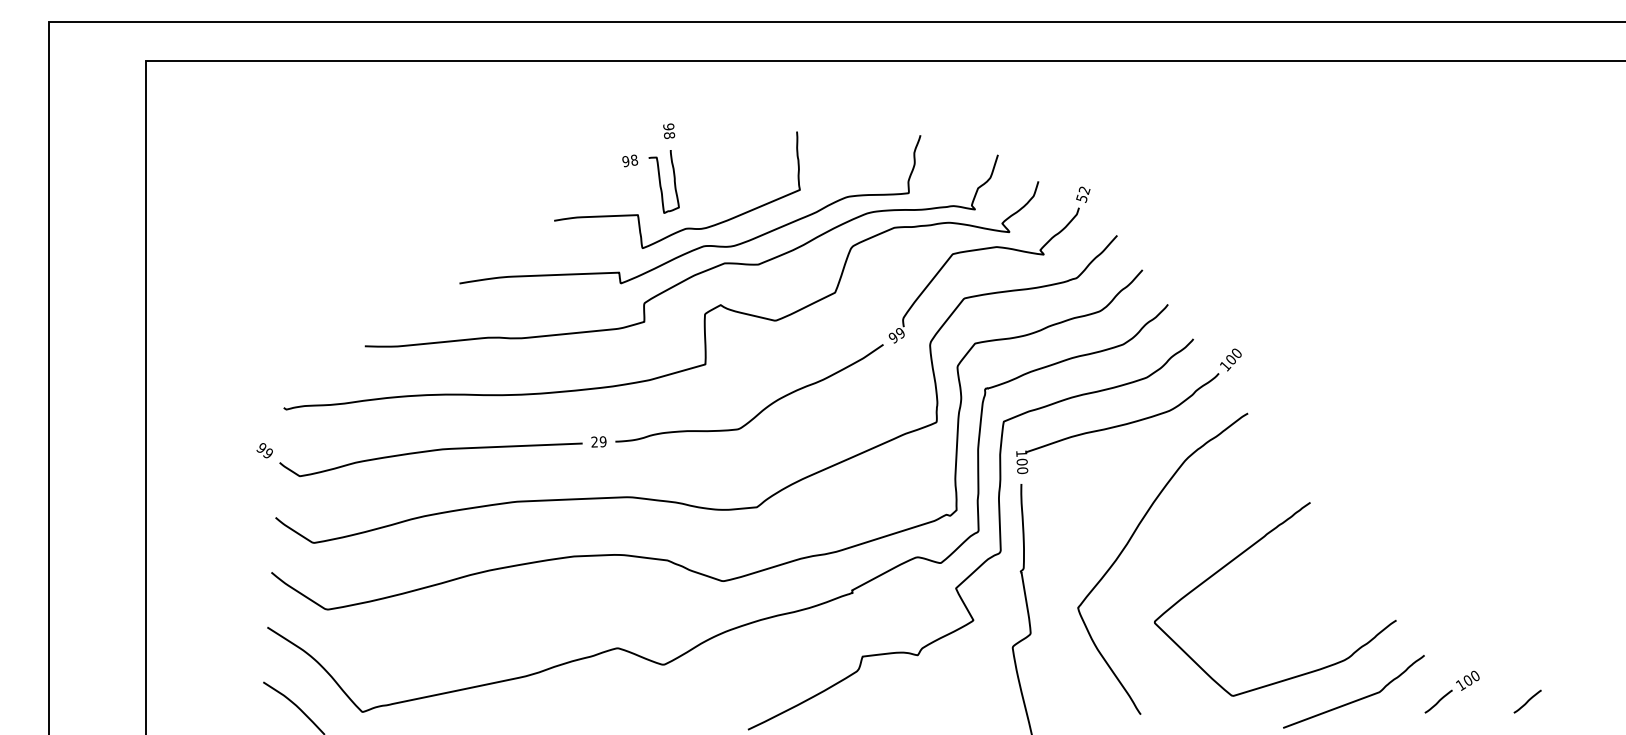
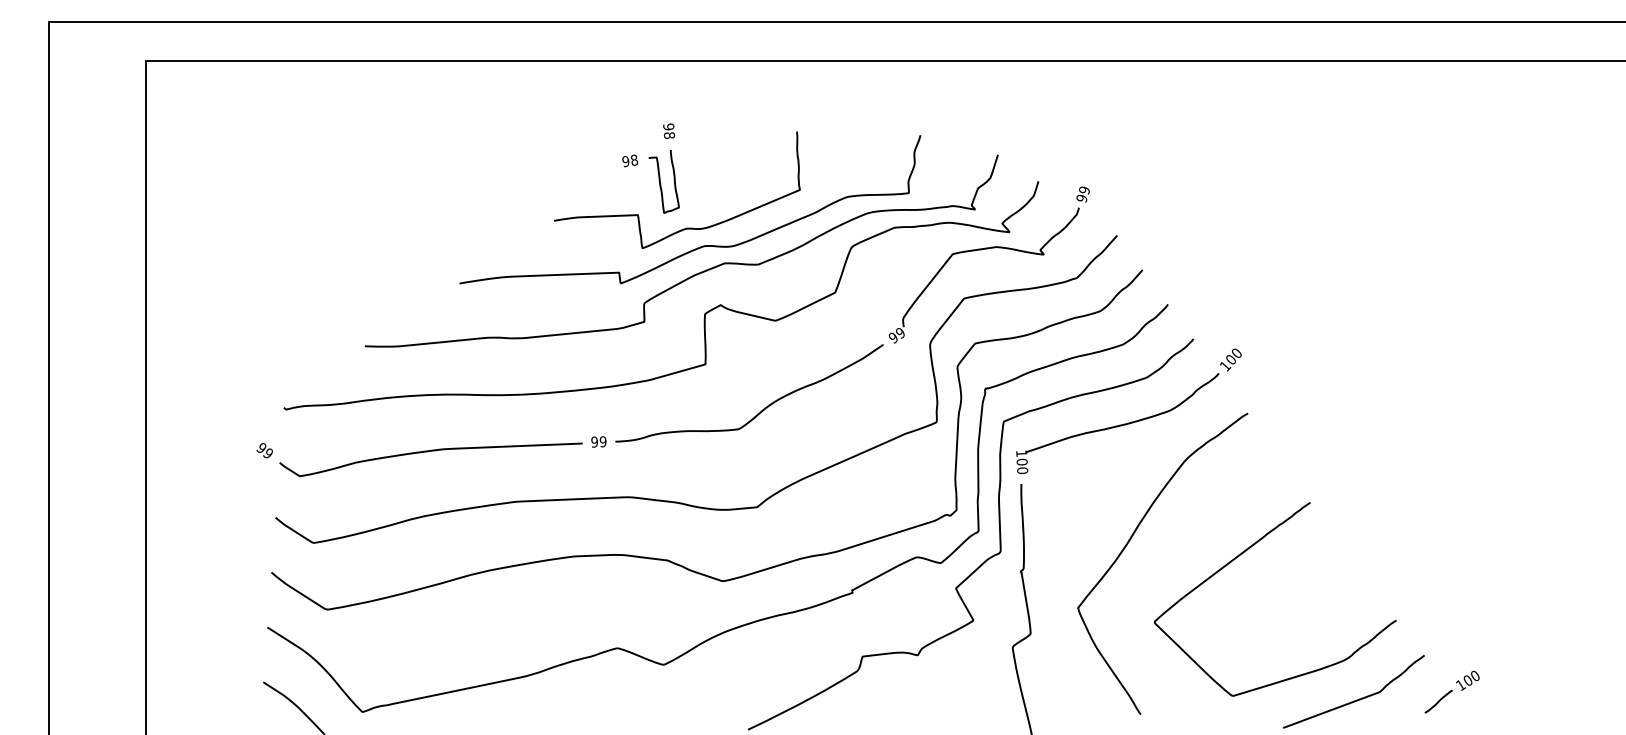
text at (1083, 194): 52 -> 99
text at (594, 441): 29 -> 99
line at (1527, 701): present -> none
